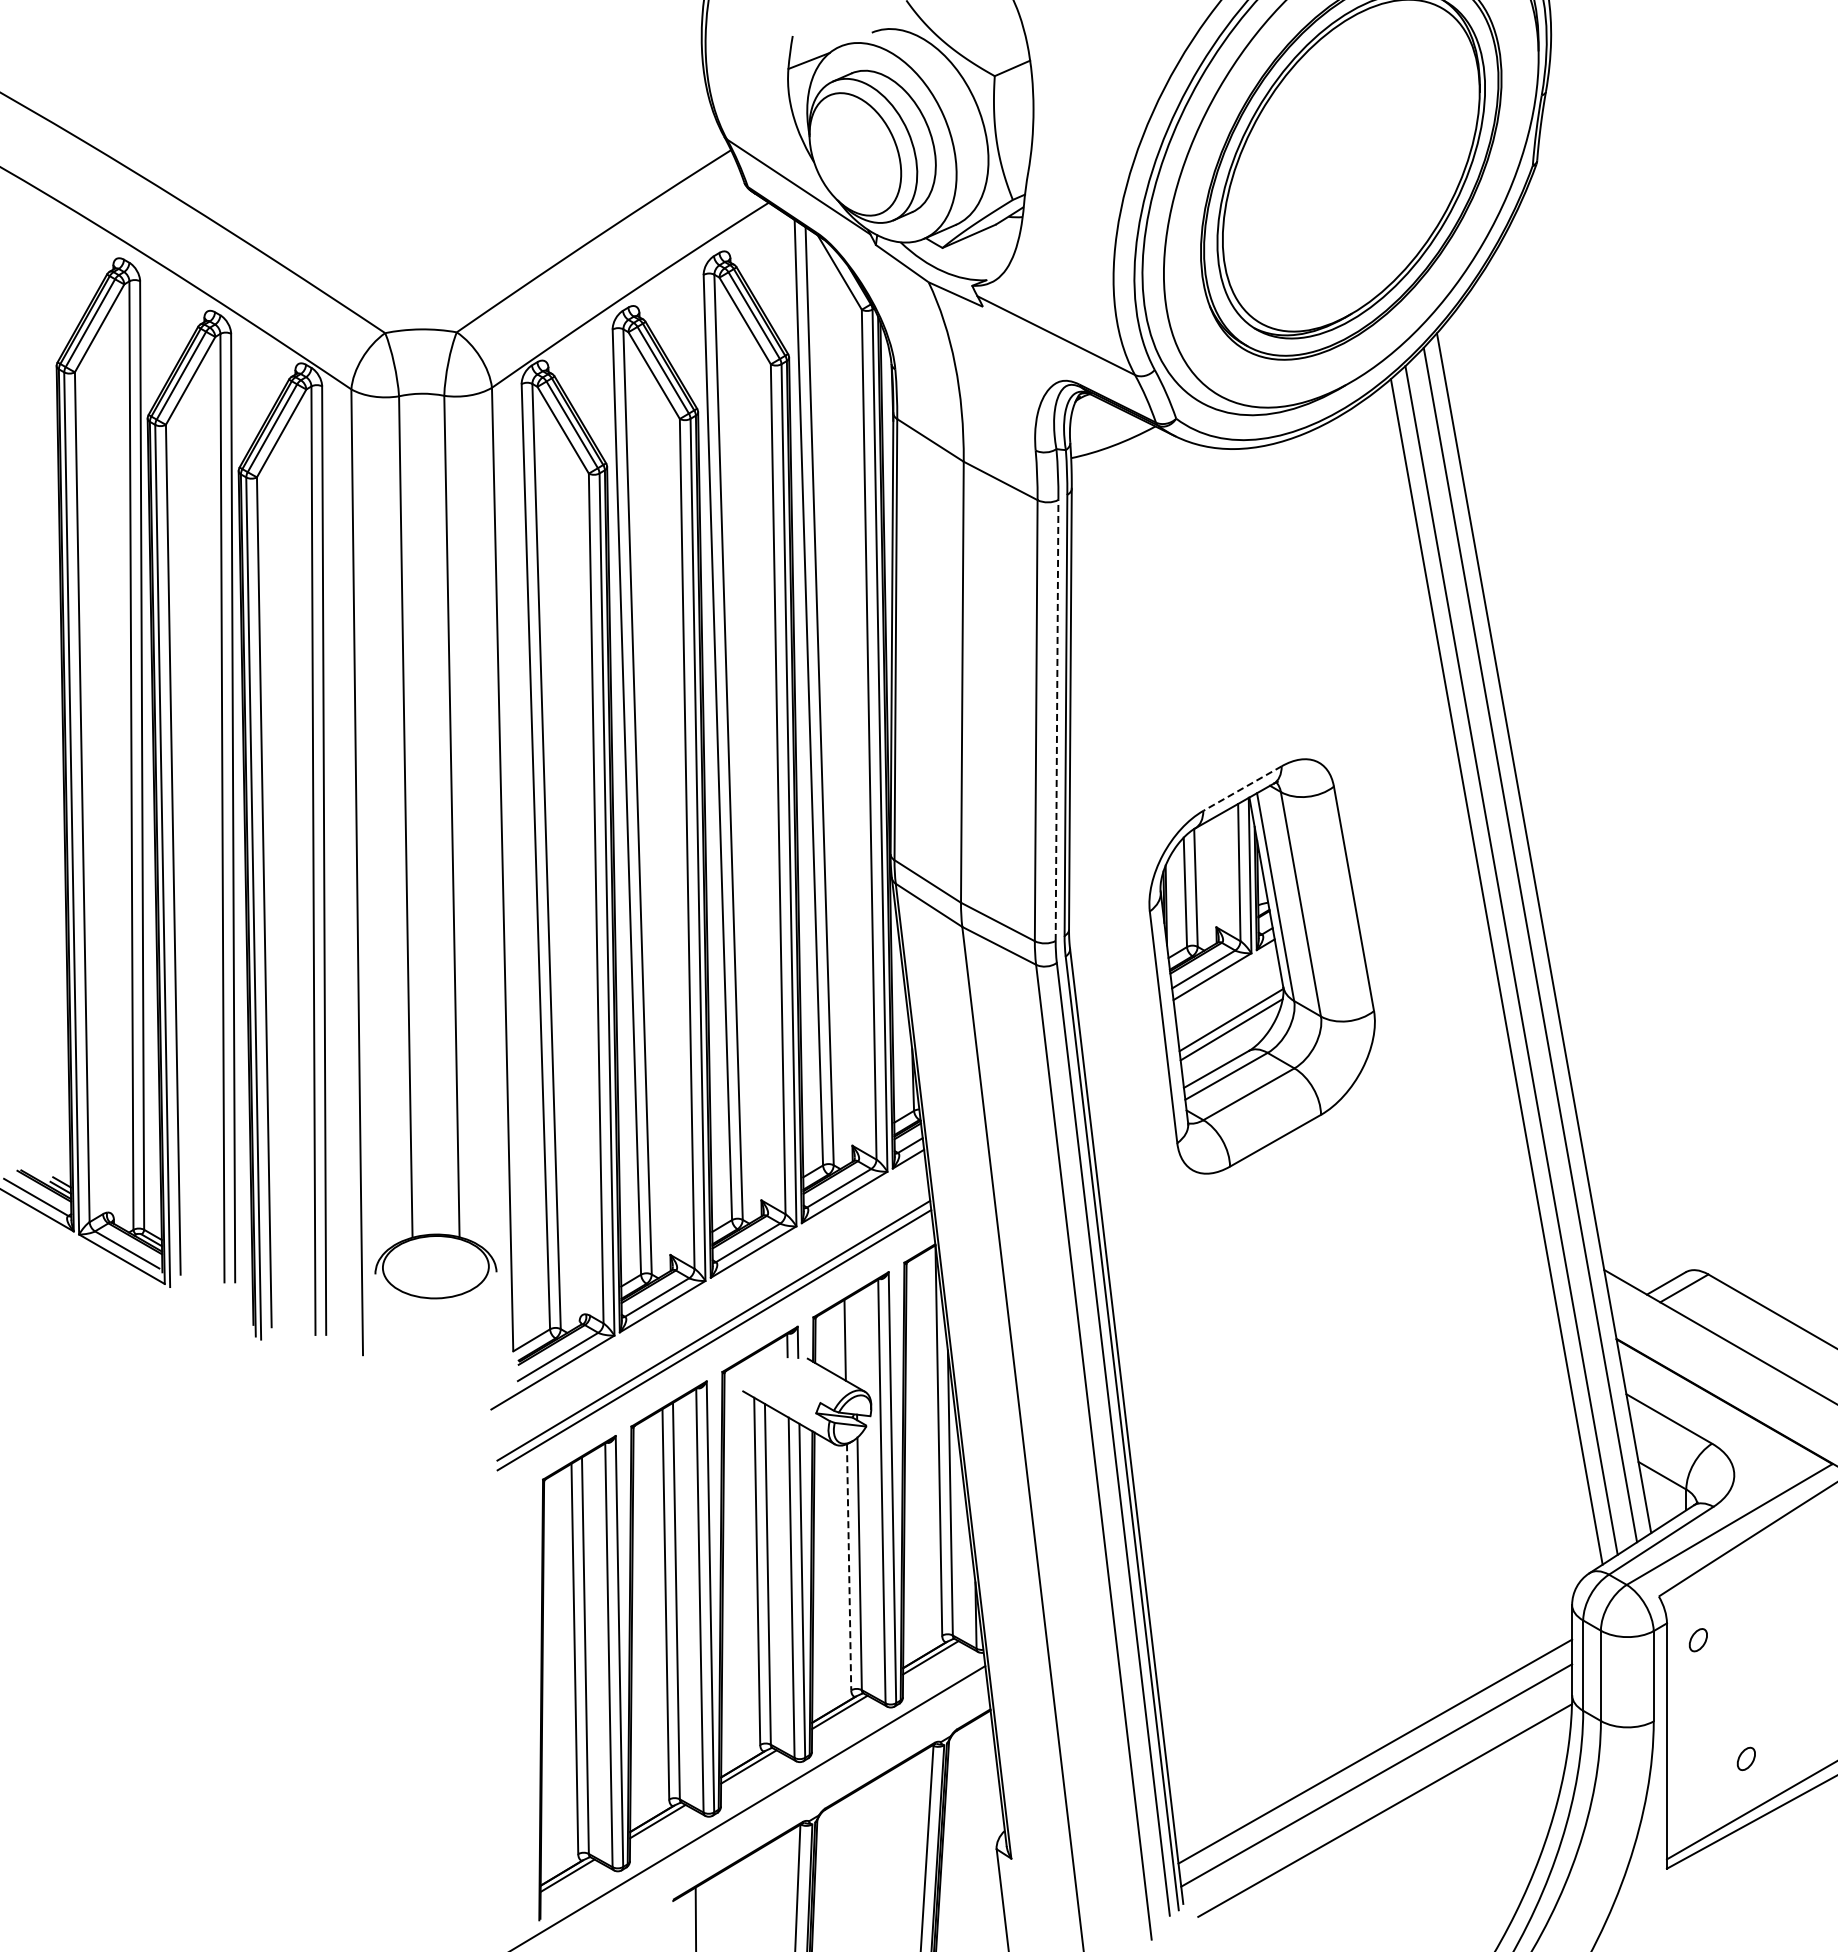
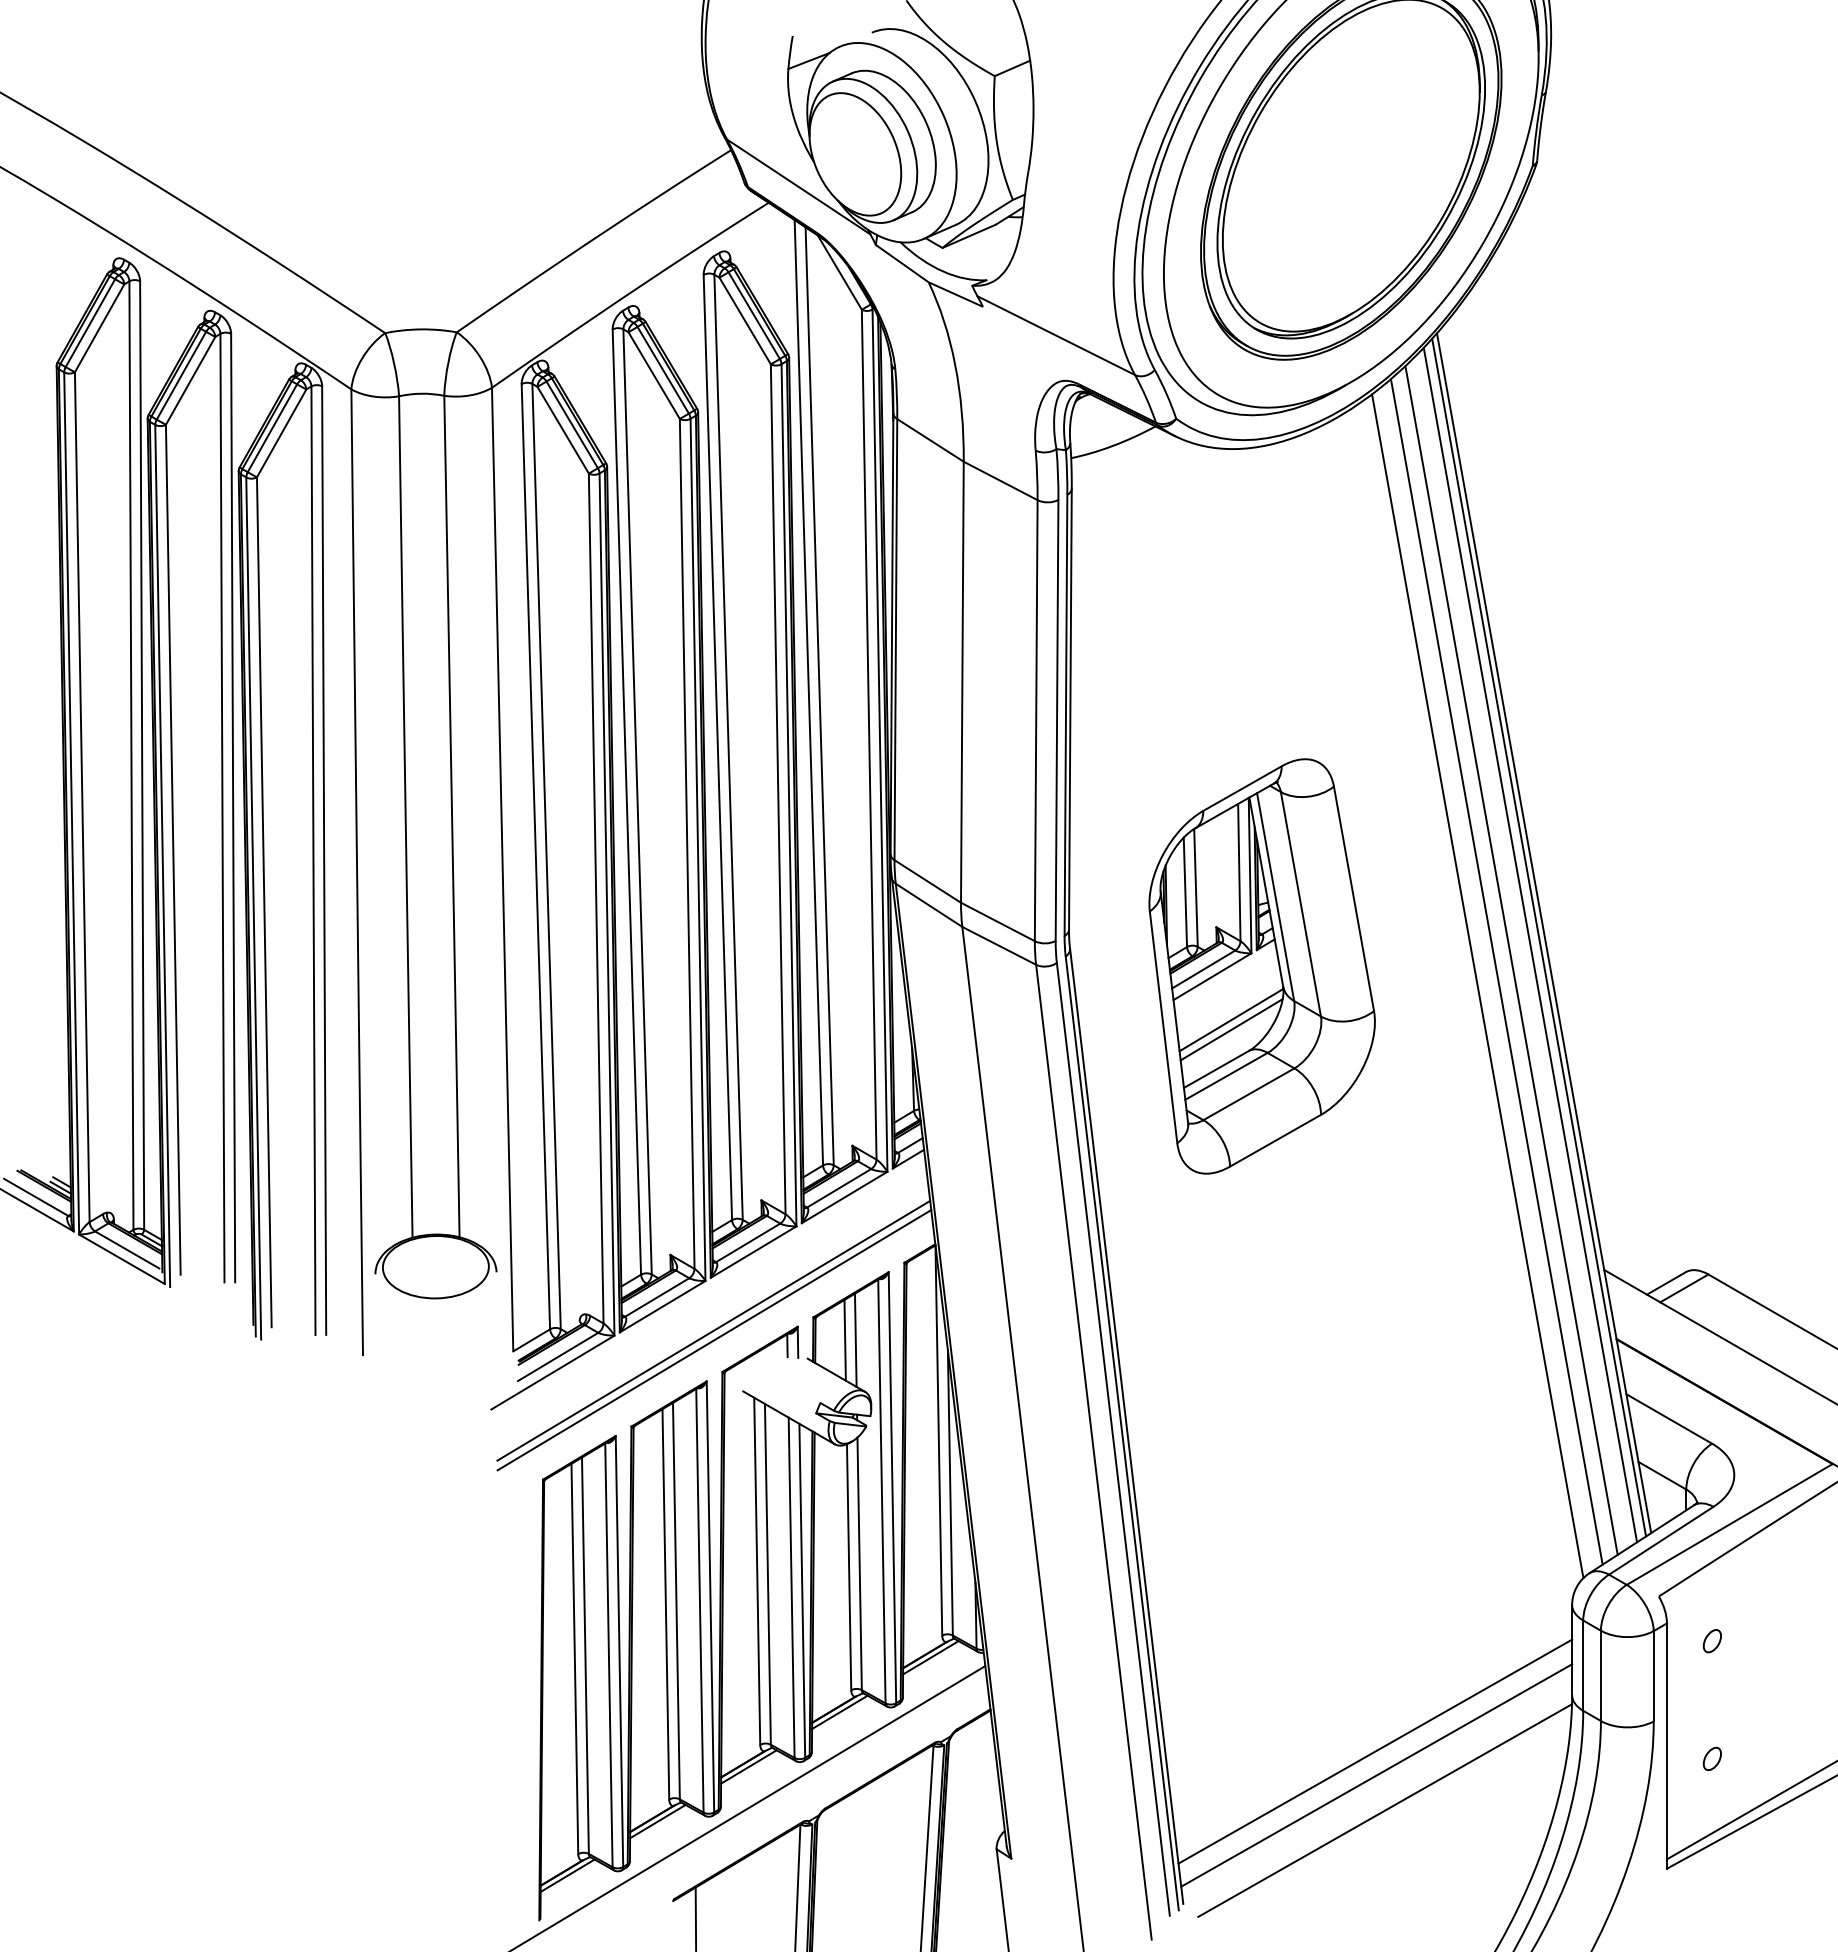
line at (1057, 720): dashed -> solid
line at (1242, 788): dashed -> solid
line at (1539, 937): none -> present
line at (1477, 986): none -> present
line at (855, 1339): none -> present
line at (849, 1567): dashed -> solid
part at (1697, 1640) position: (1697, 1640) -> (1711, 1641)
part at (1745, 1758) position: (1745, 1758) -> (1711, 1758)
